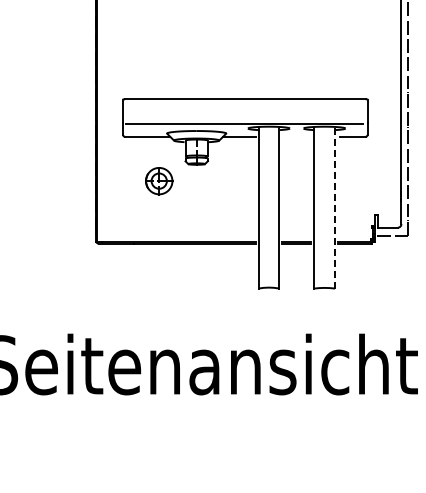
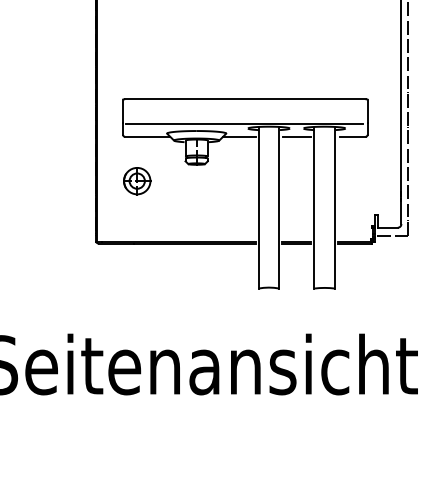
line at (296, 136): none -> present
part at (159, 181) position: (159, 181) -> (137, 181)
line at (335, 208): dashed -> solid
